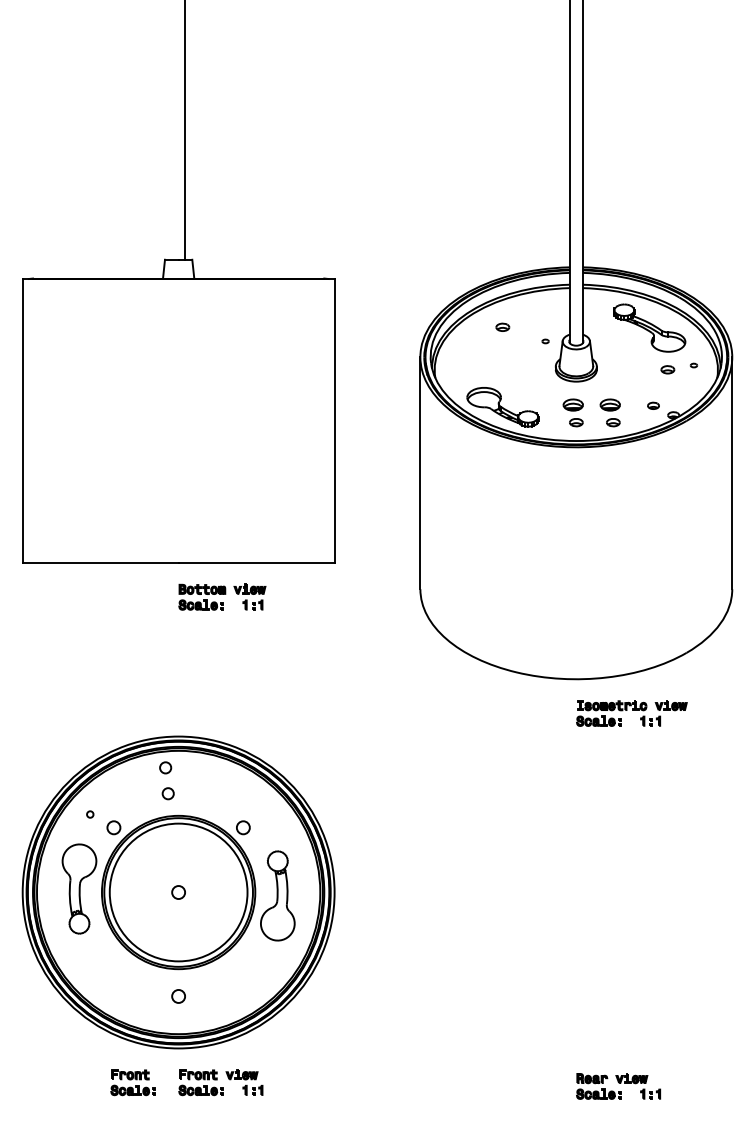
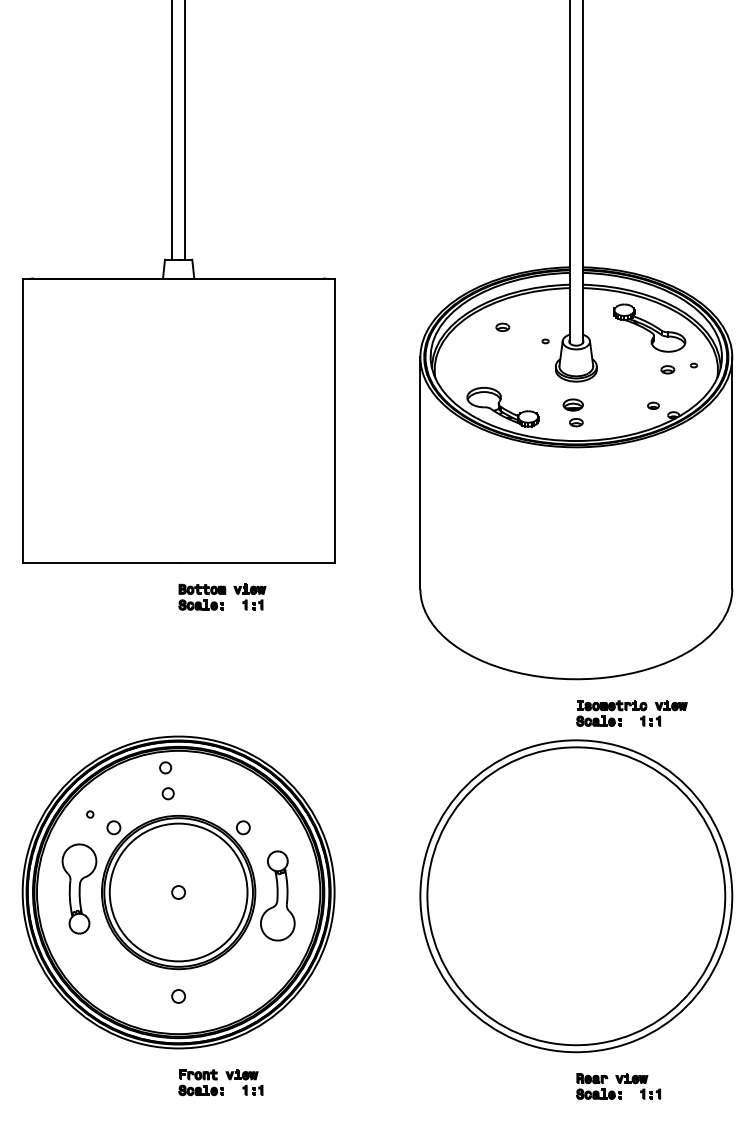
line at (172, 130): none -> present
part at (609, 412): present -> none
part at (576, 896): none -> present
part at (132, 1082): present -> none
